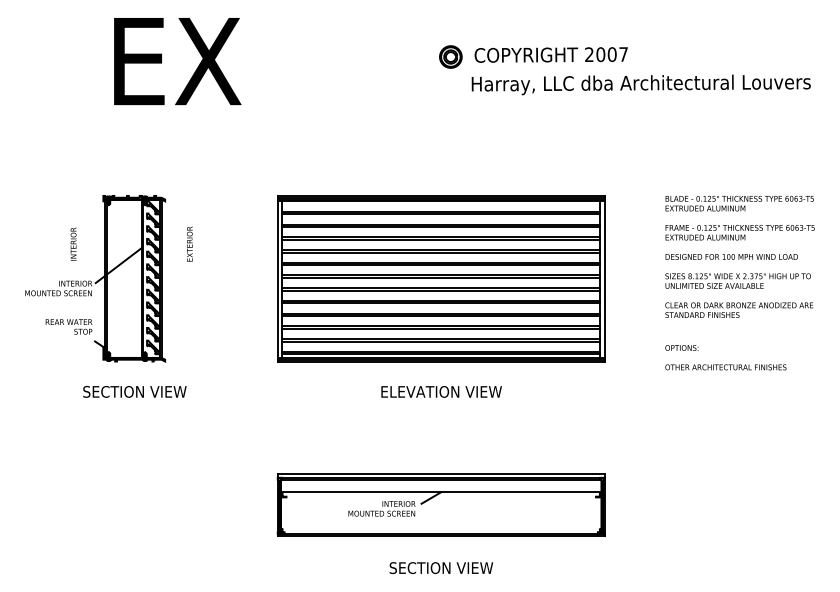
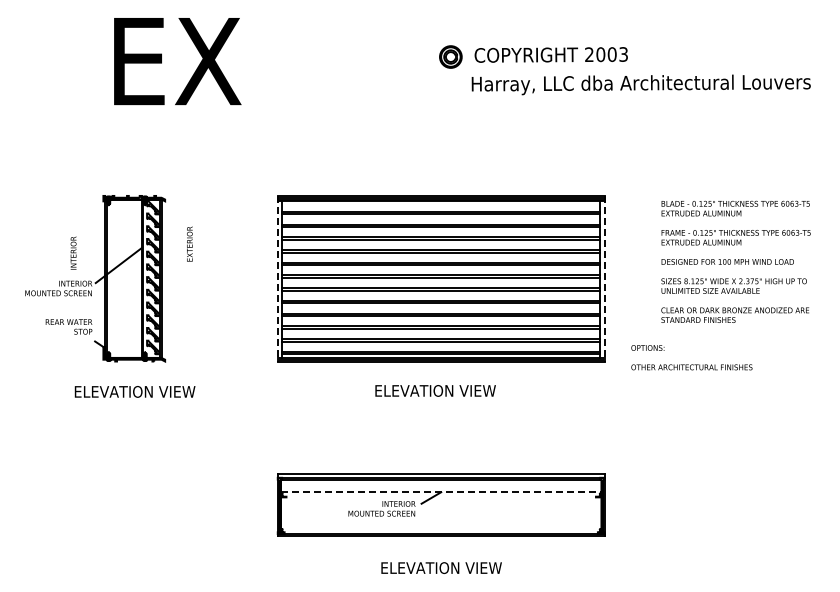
text at (623, 54): 2007 -> 2003
text at (73, 243) position: (73, 243) -> (73, 252)
text at (739, 256) position: (739, 256) -> (735, 261)
line at (277, 278): solid -> dashed
line at (604, 278): solid -> dashed
text at (725, 357) position: (725, 357) -> (691, 357)
text at (134, 391): SECTION VIEW -> ELEVATION VIEW
text at (441, 391) position: (441, 391) -> (435, 390)
line at (441, 492): solid -> dashed
text at (441, 568): SECTION VIEW -> ELEVATION VIEW
